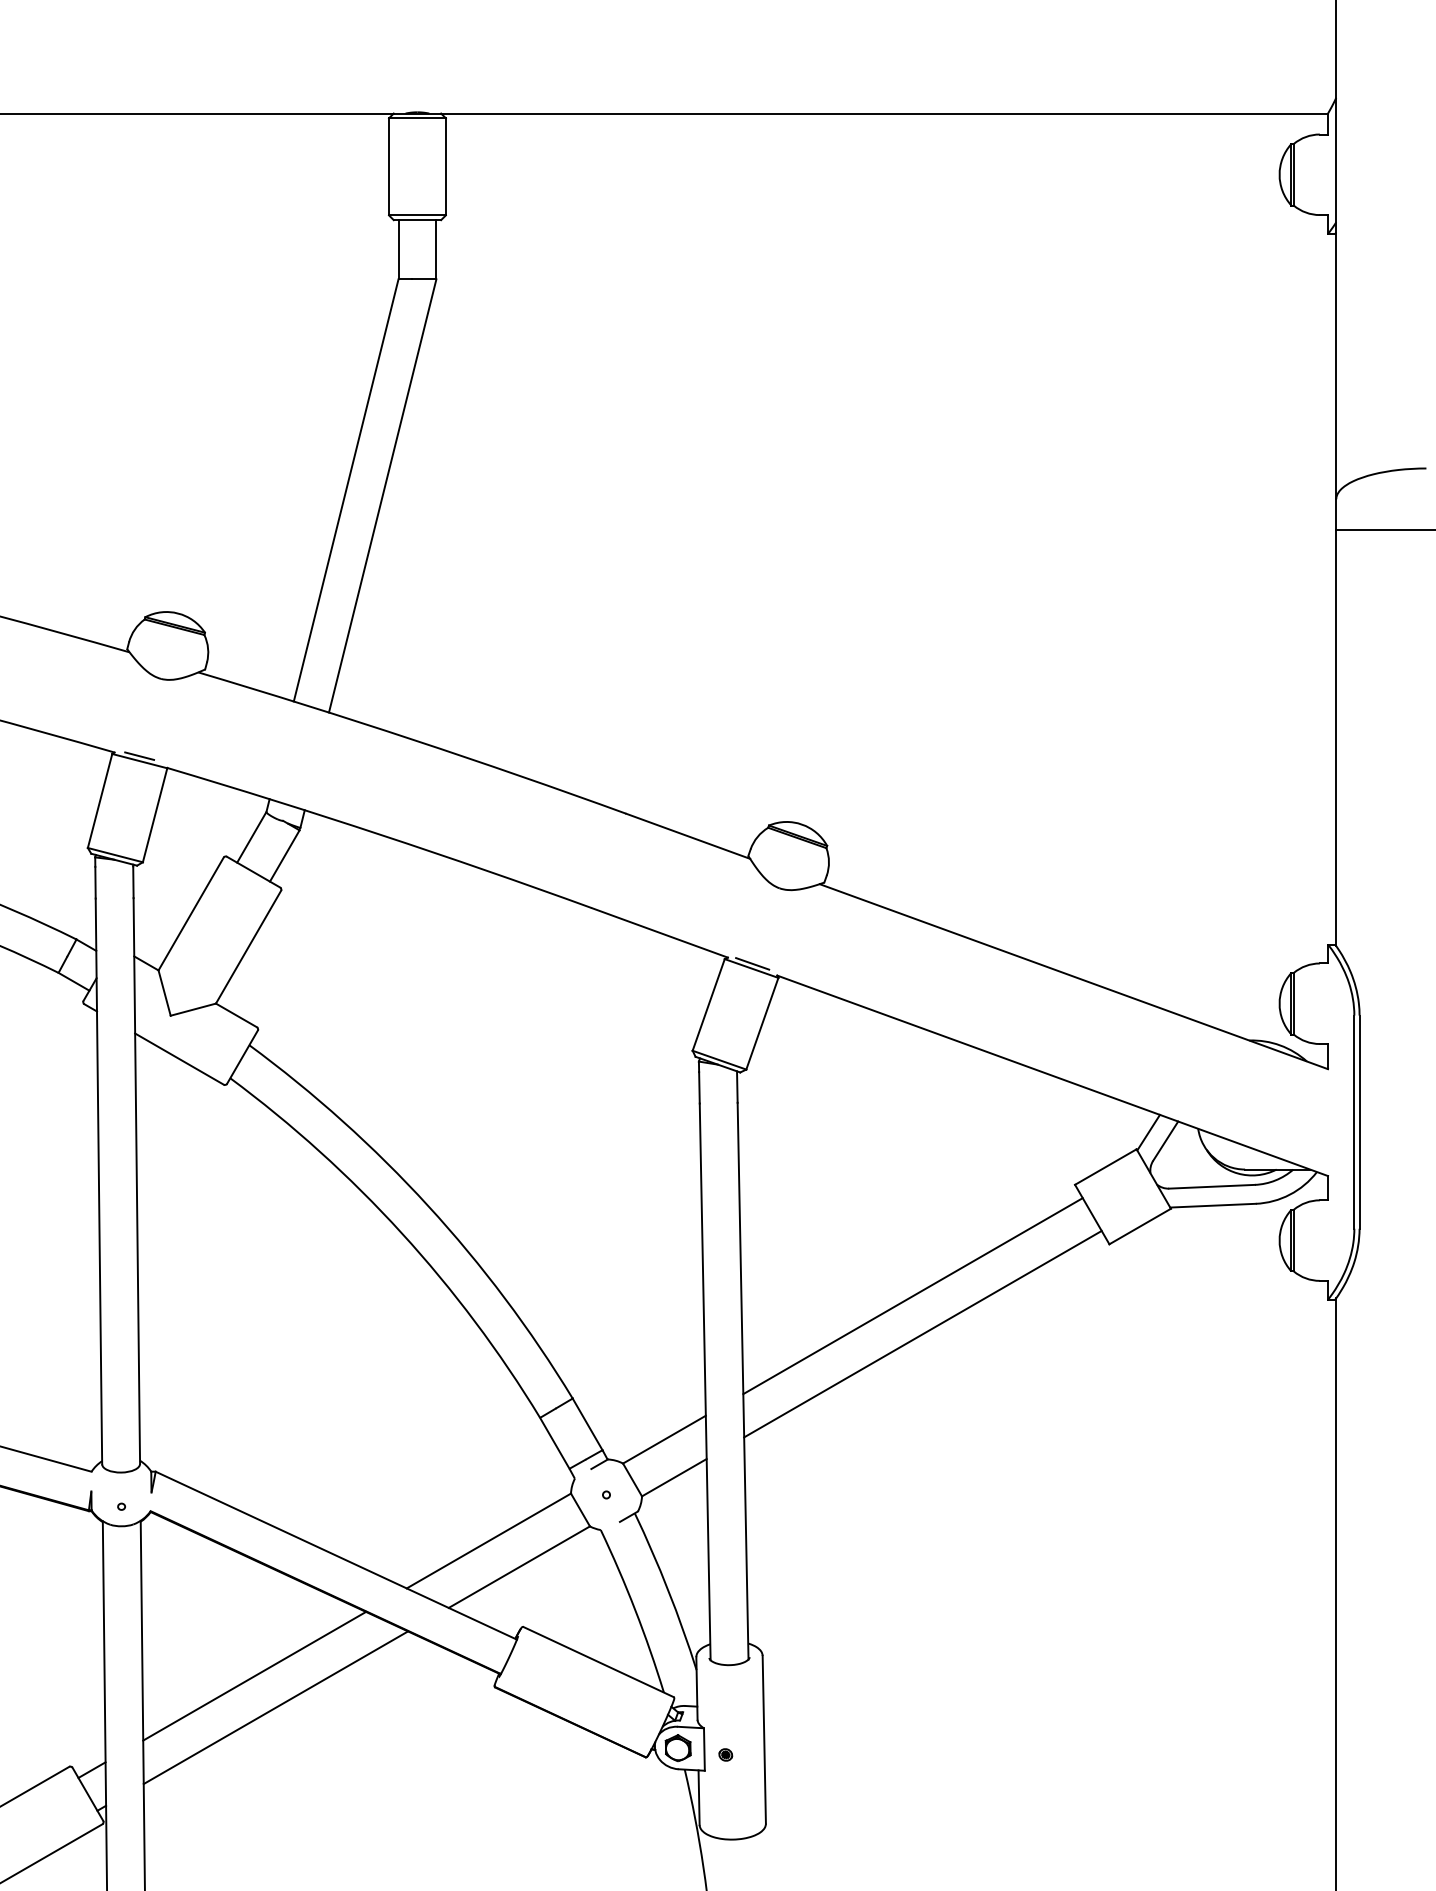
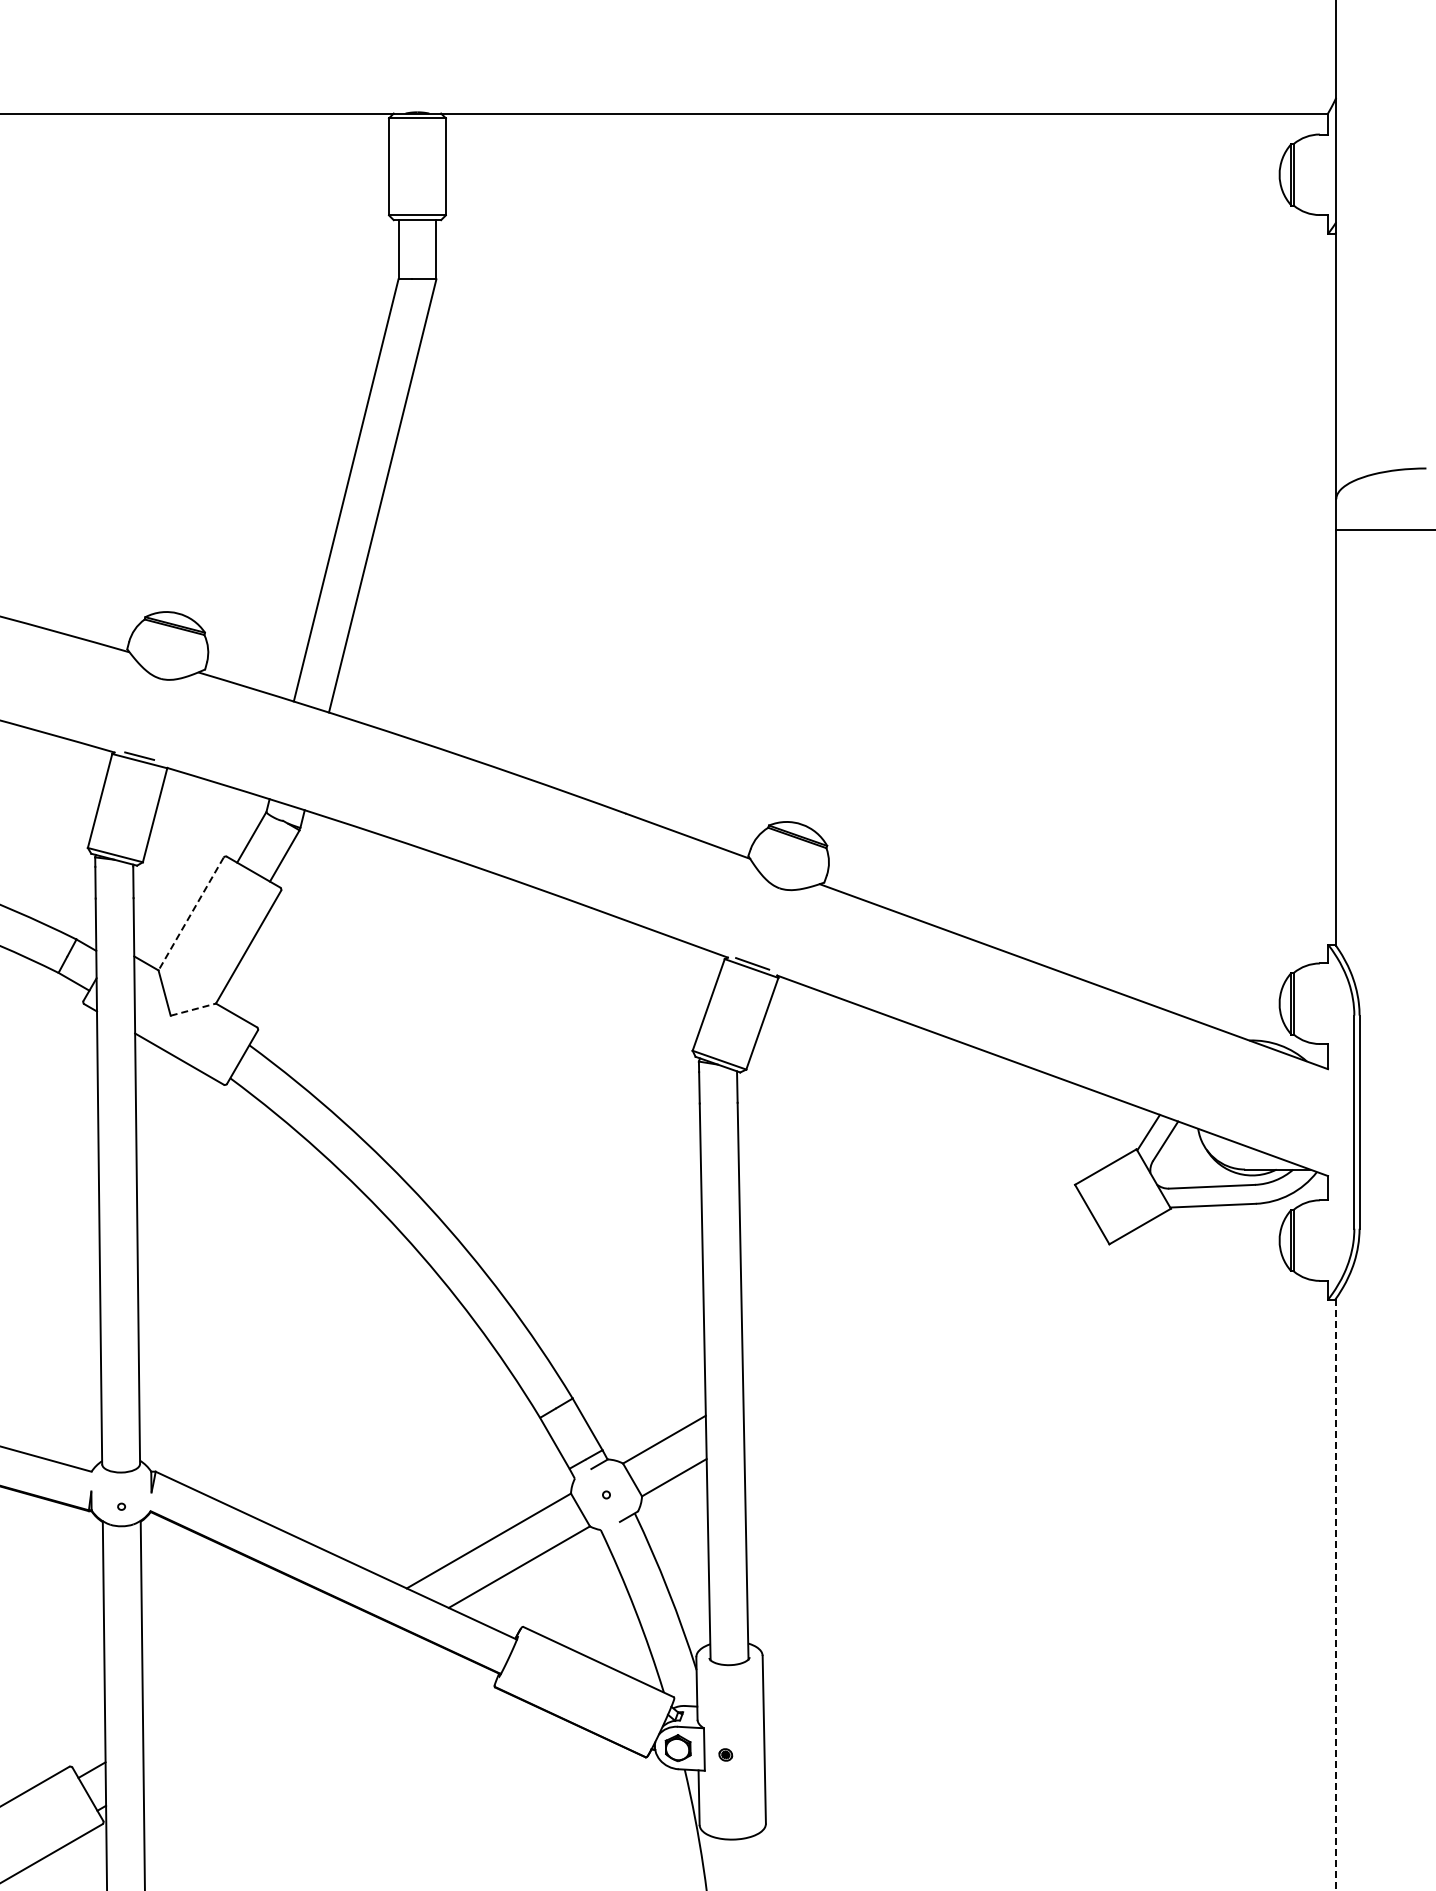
line at (190, 914): solid -> dashed
line at (193, 1009): solid -> dashed
line at (912, 1296): present -> none
line at (922, 1333): present -> none
line at (1336, 1594): solid -> dashed
line at (254, 1675): present -> none
line at (275, 1707): present -> none
